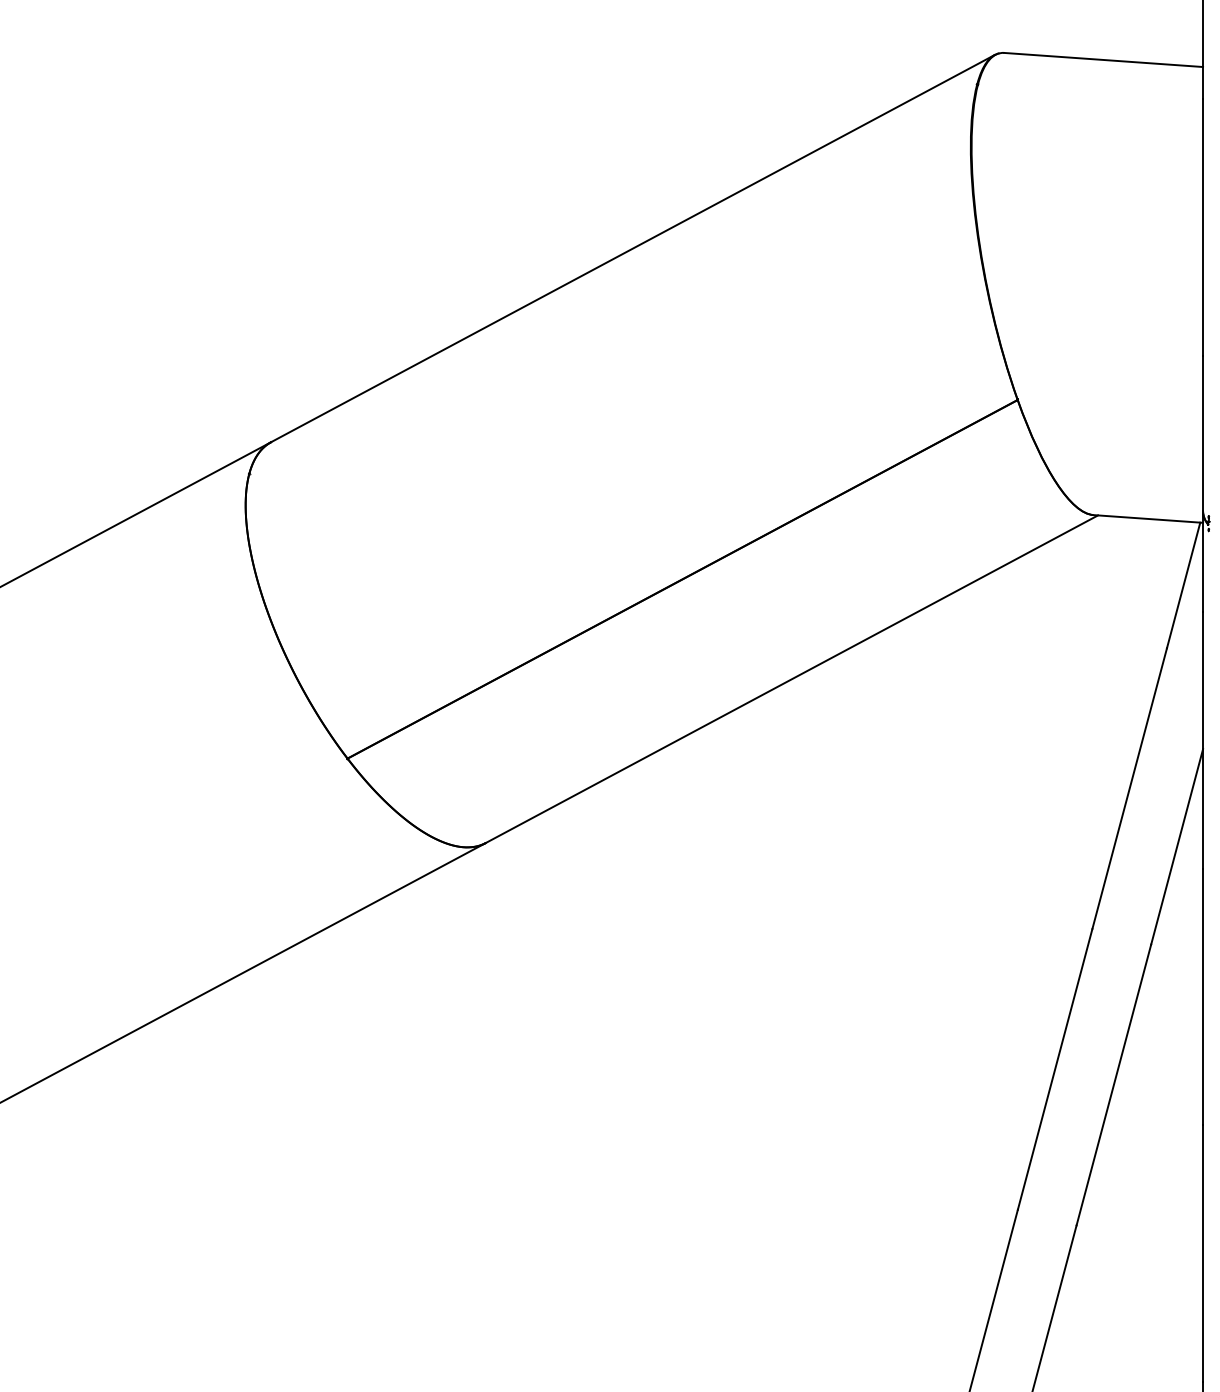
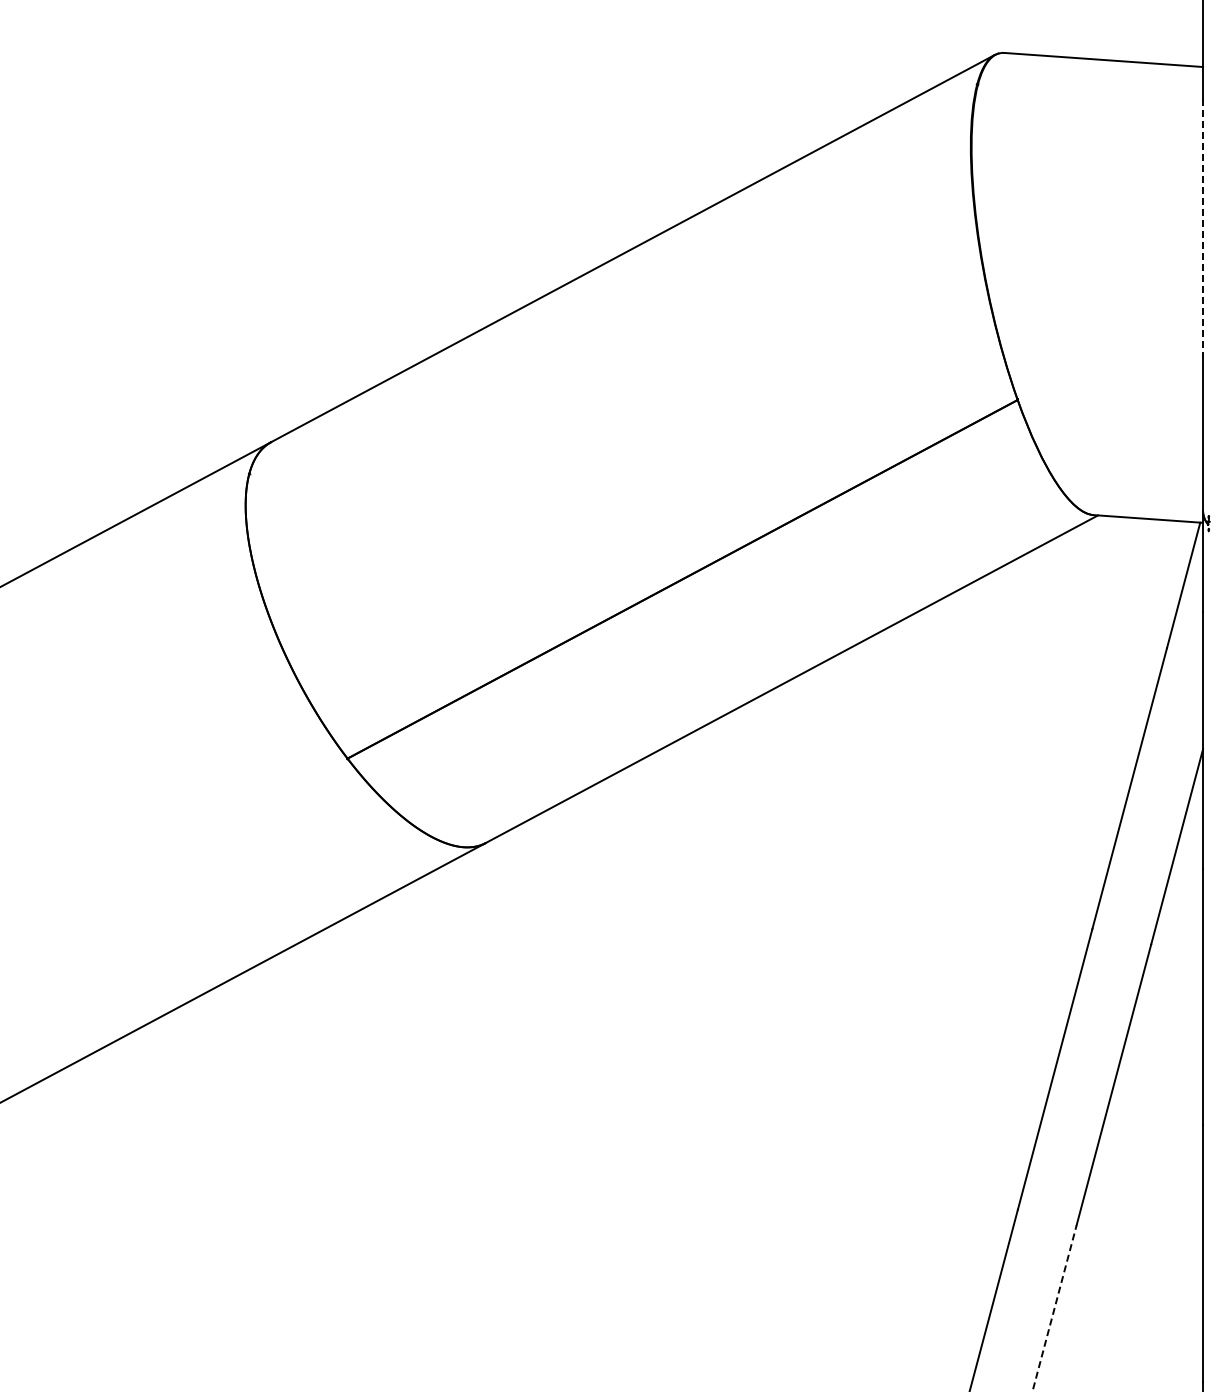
line at (1203, 228): solid -> dashed
line at (1054, 1308): solid -> dashed
